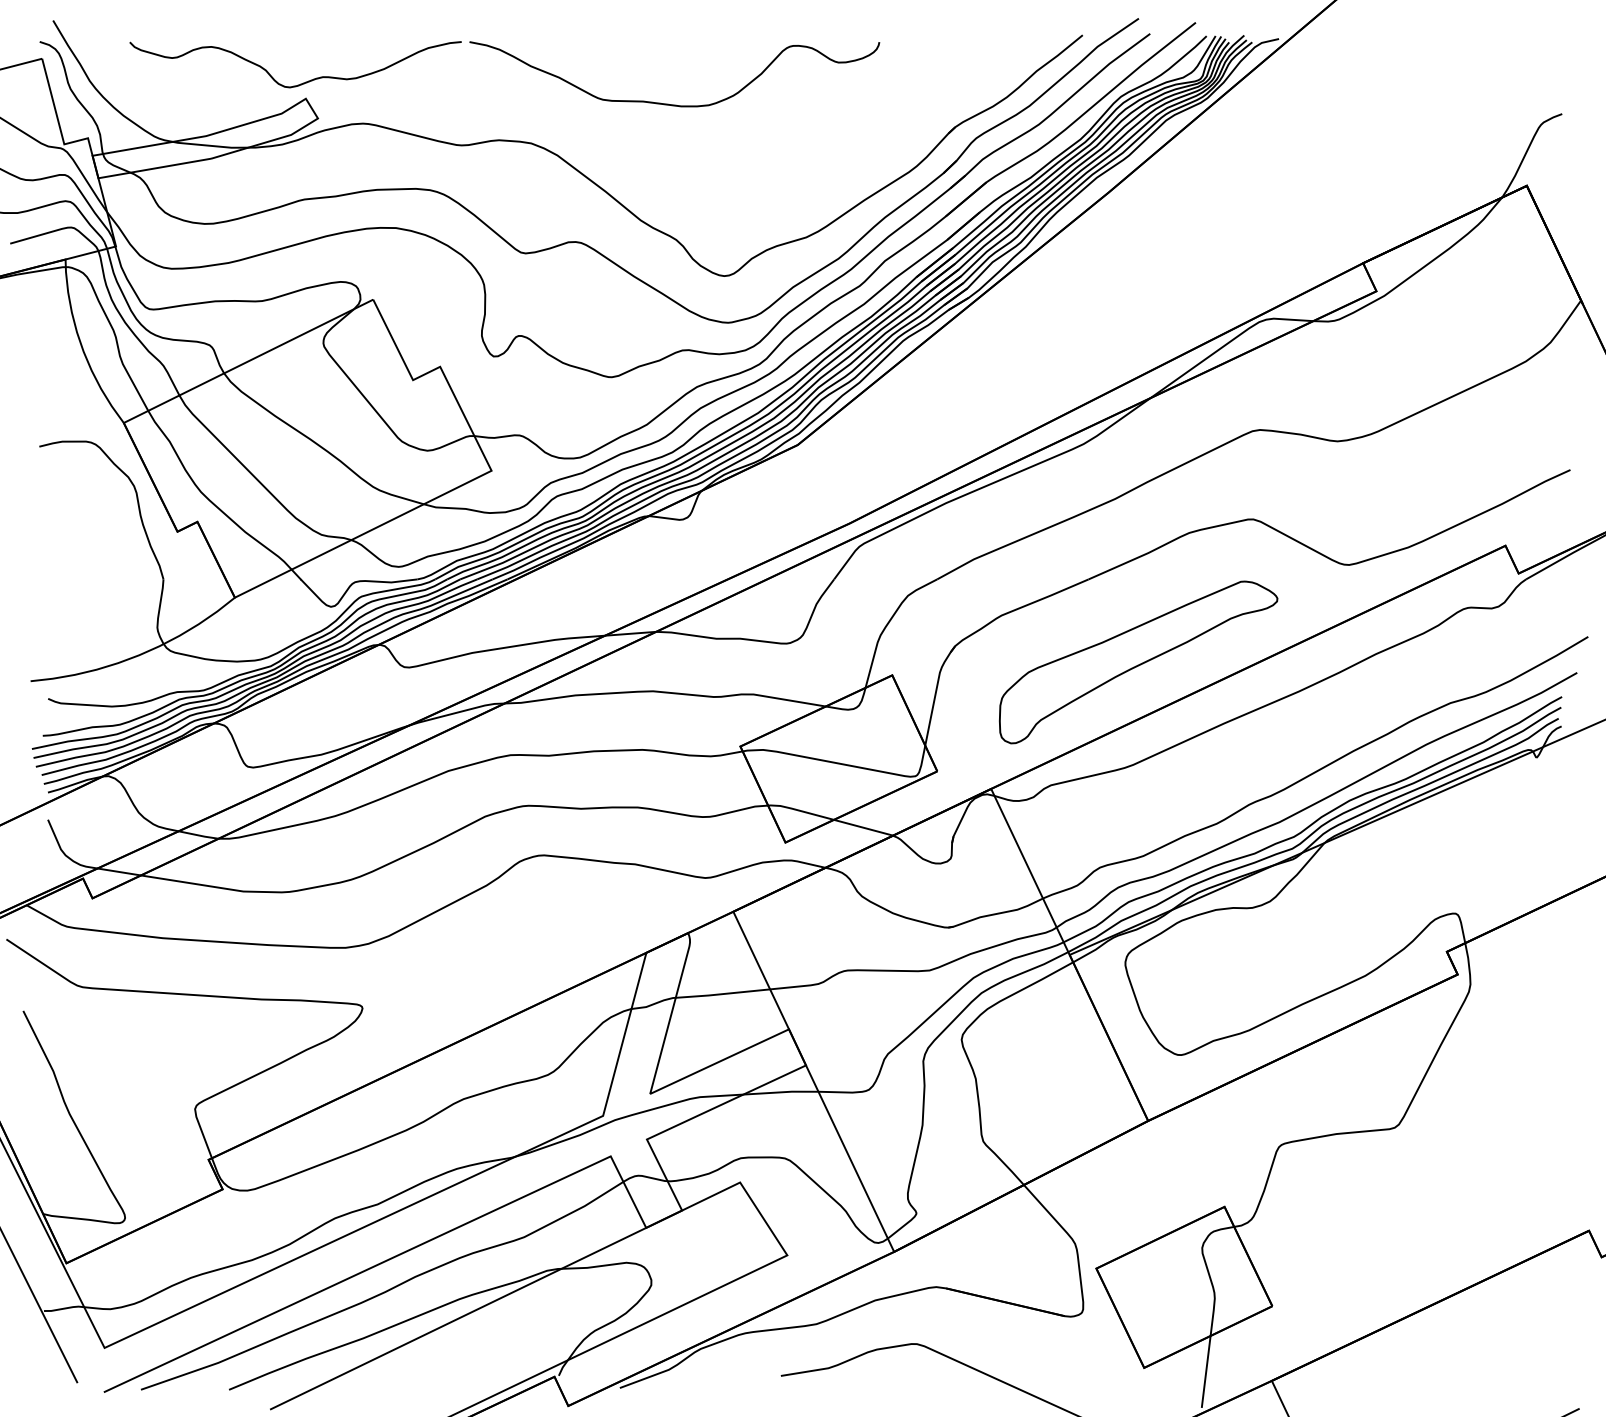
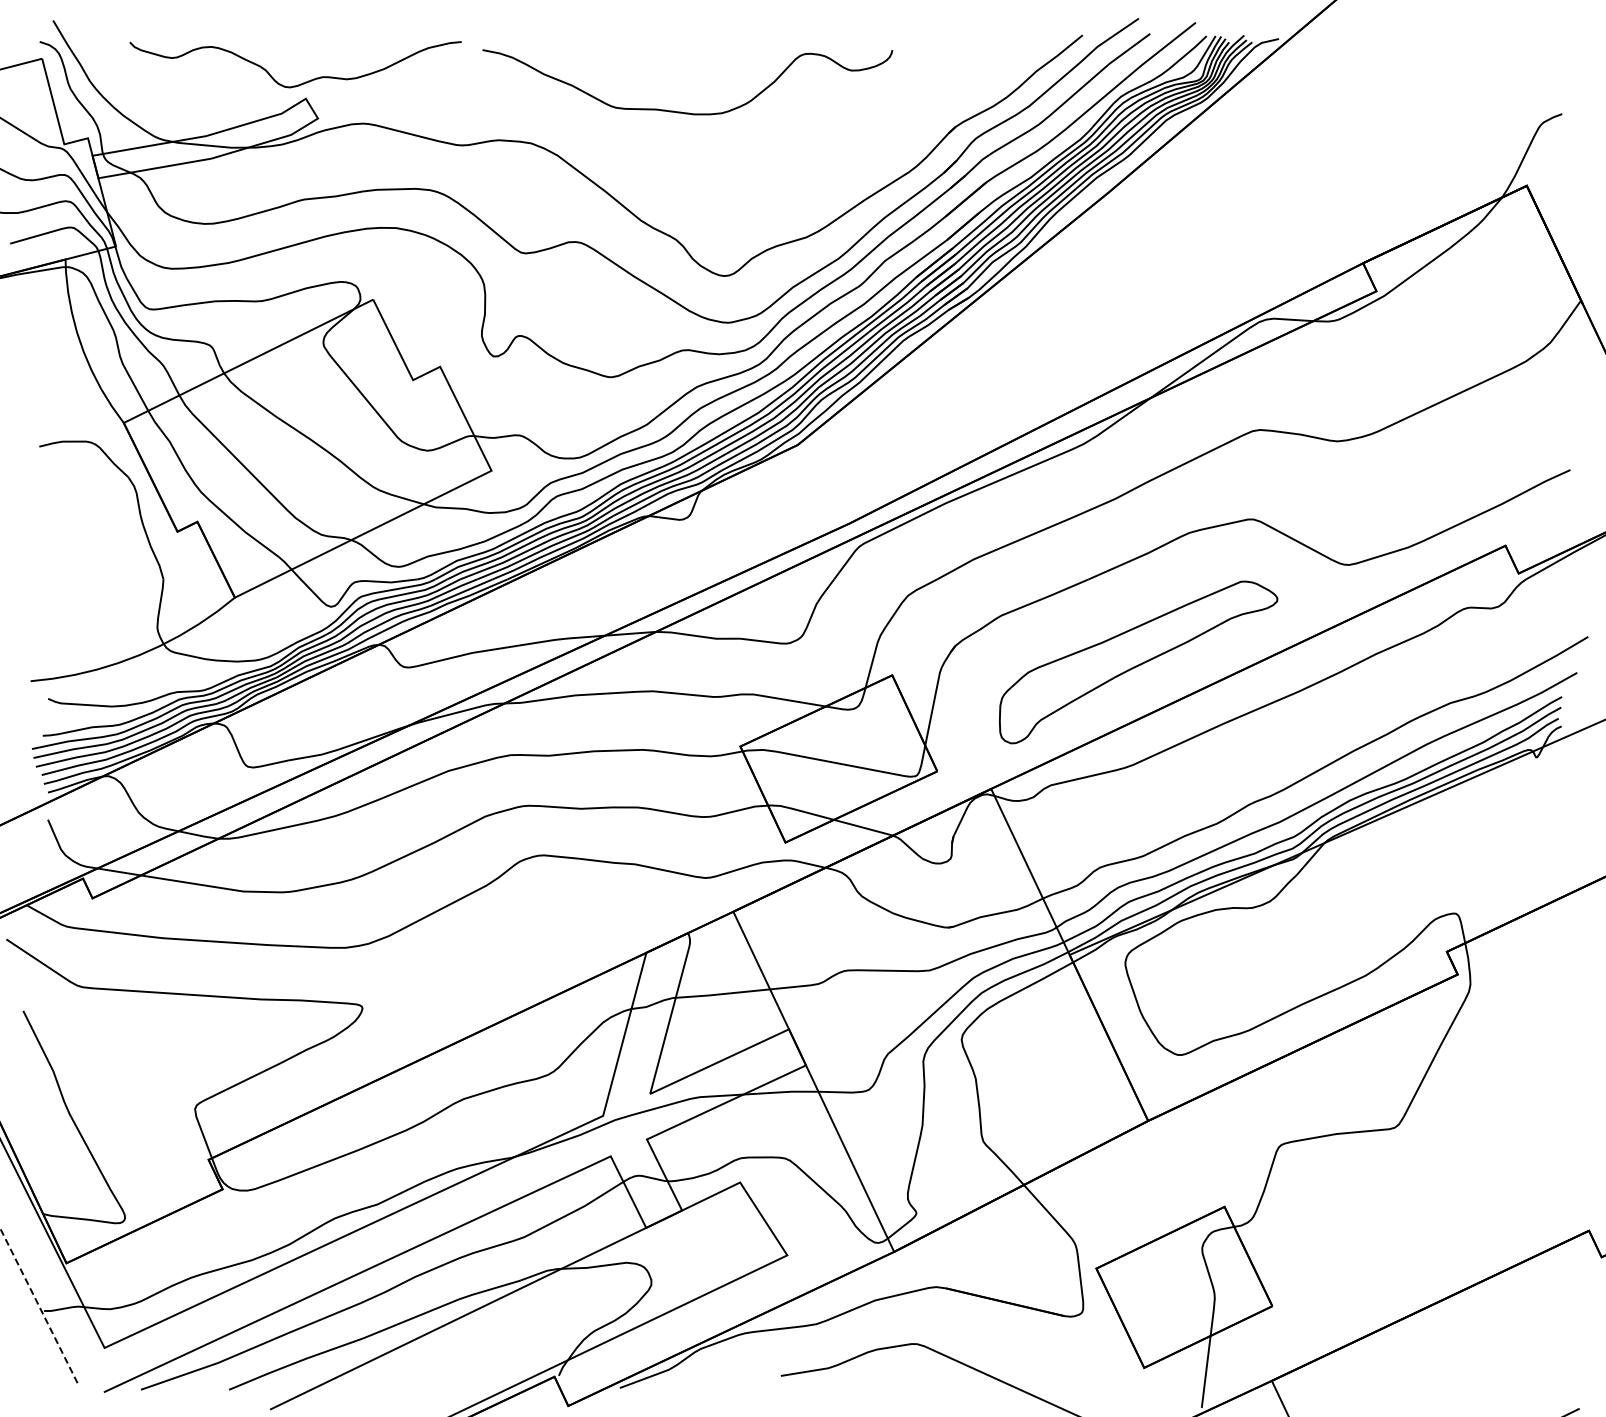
curve at (668, 103) position: (668, 103) -> (681, 111)
line at (38, 1305): solid -> dashed
